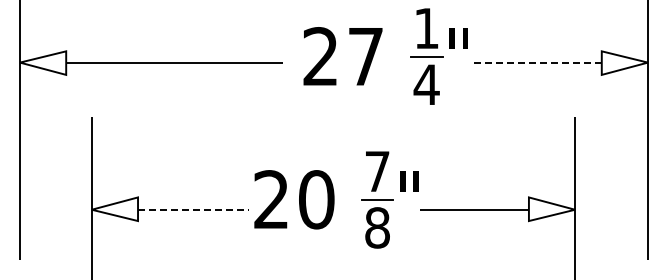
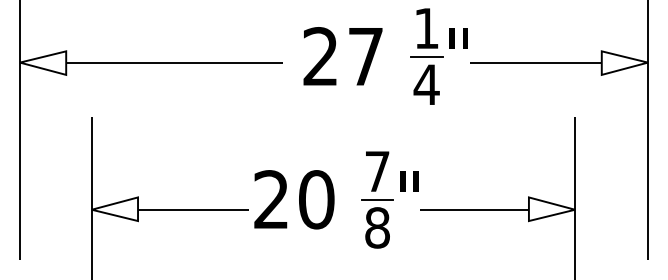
line at (536, 62): dashed -> solid
line at (193, 209): dashed -> solid
